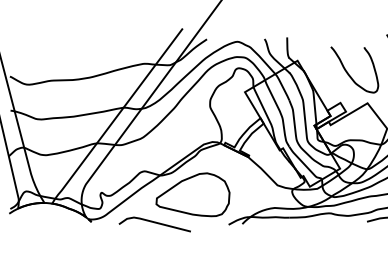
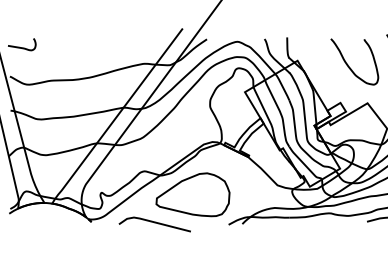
curve at (22, 47): none -> present
curve at (348, 72) position: (348, 72) -> (348, 64)
